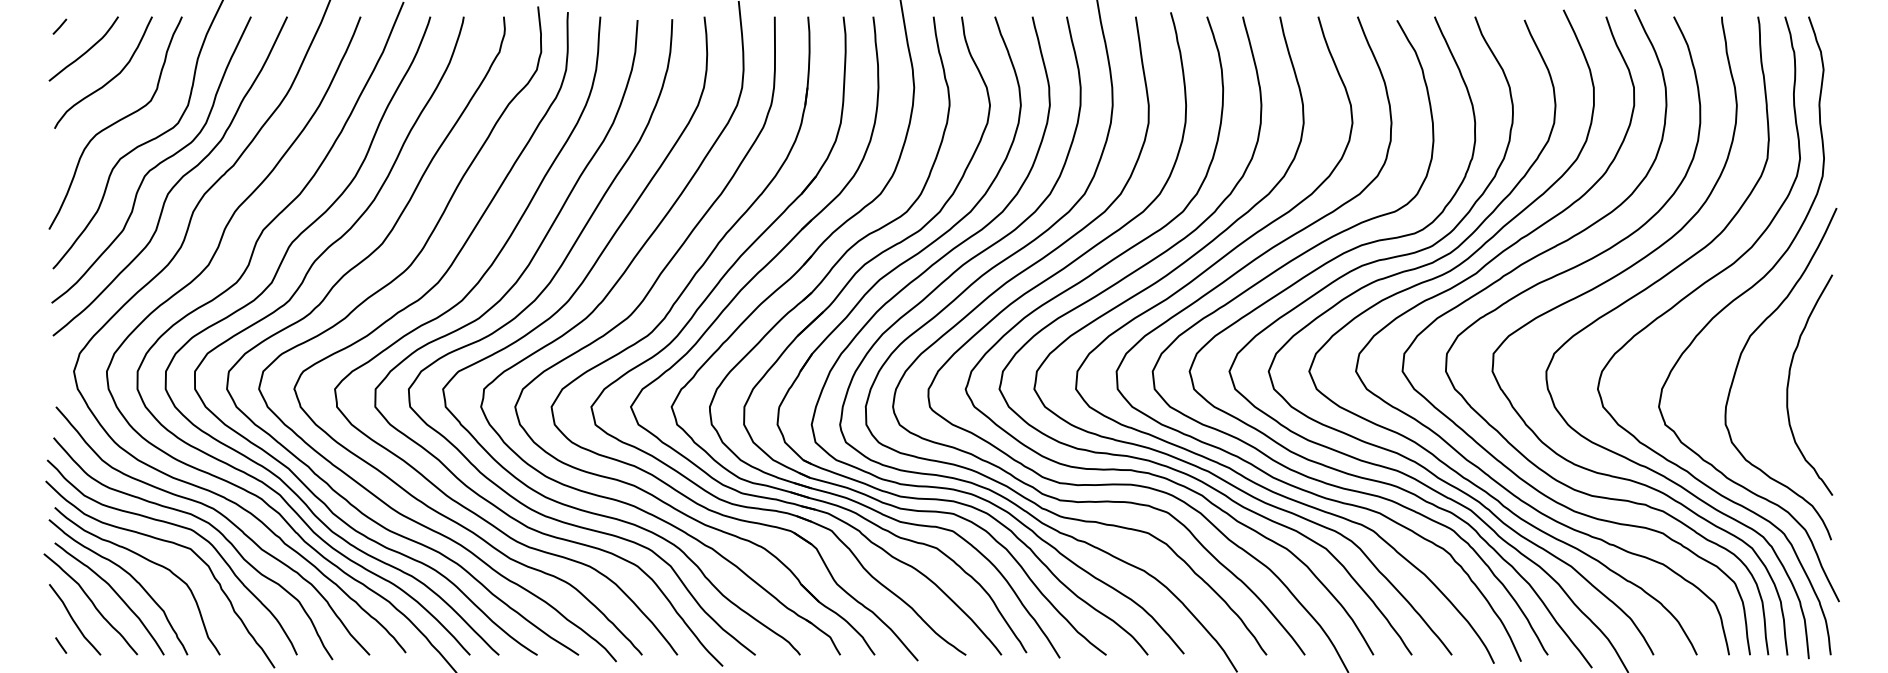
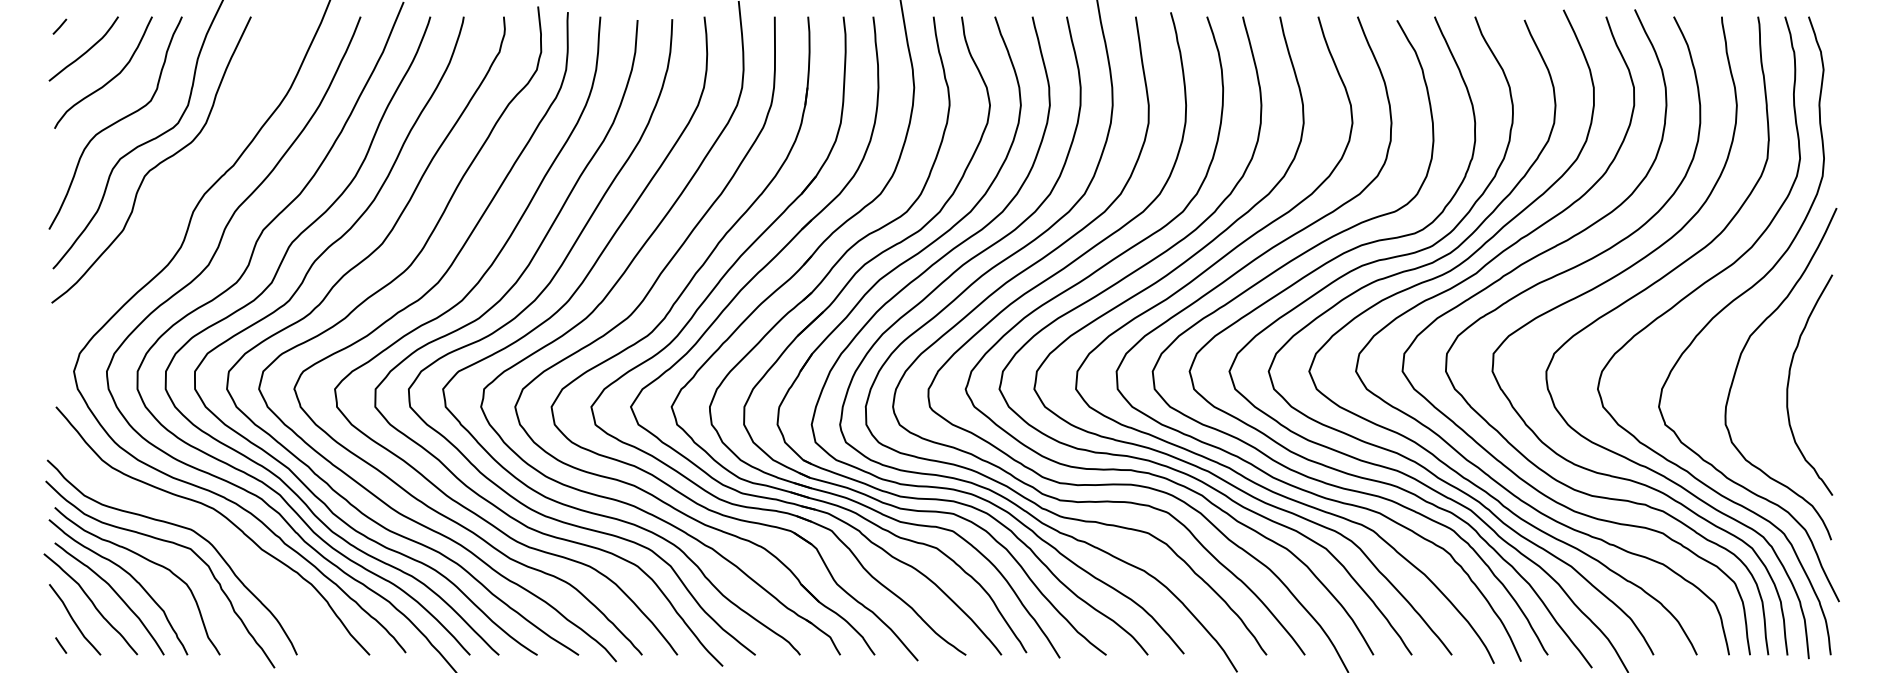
curve at (176, 182): present -> none
curve at (206, 523): present -> none
